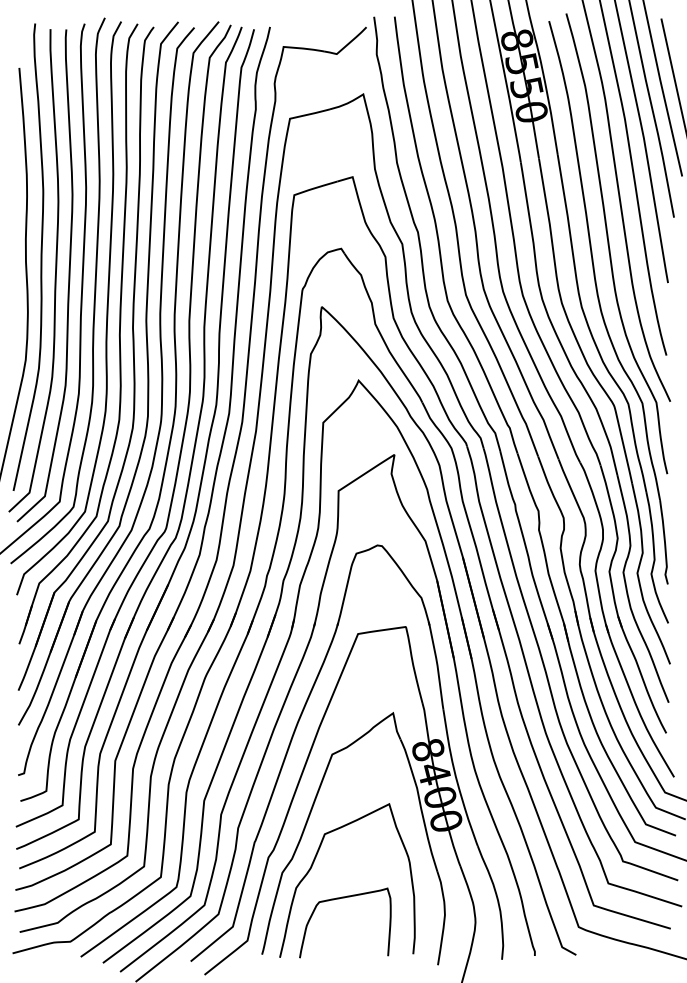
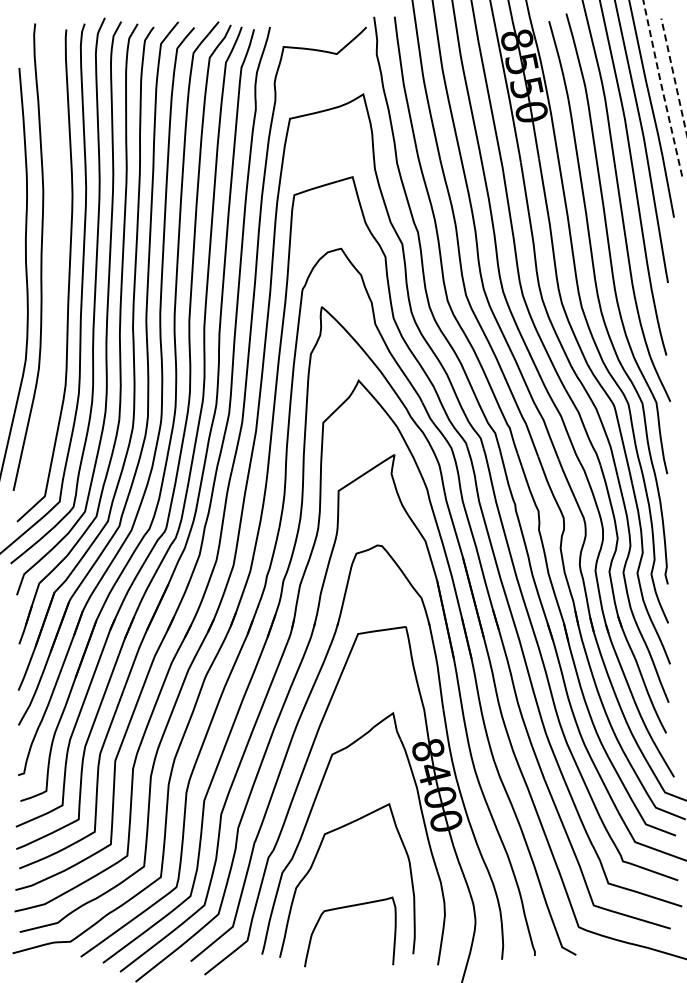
line at (673, 76): solid -> dashed
line at (662, 88): solid -> dashed
curve at (54, 276): present -> none
curve at (339, 899) position: (339, 899) -> (344, 908)
